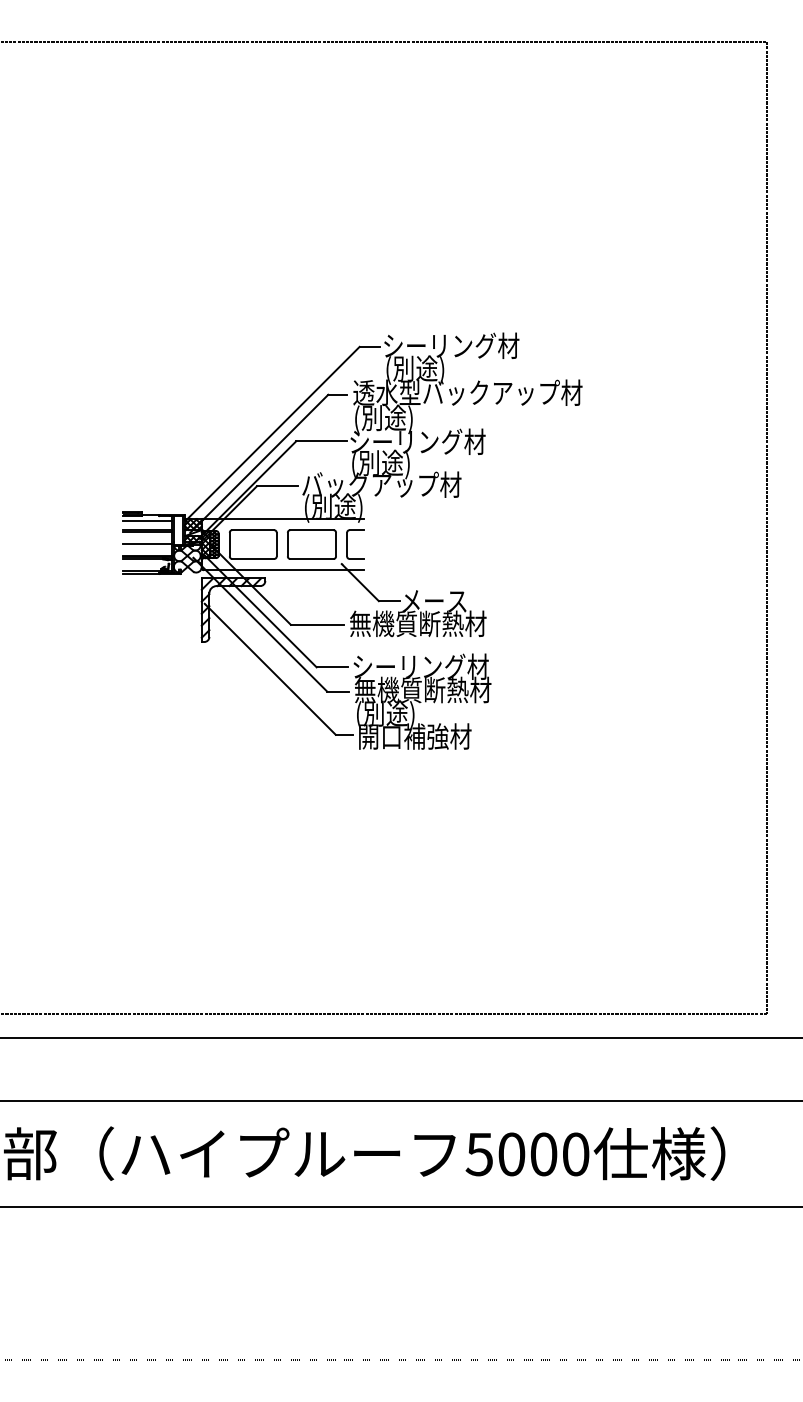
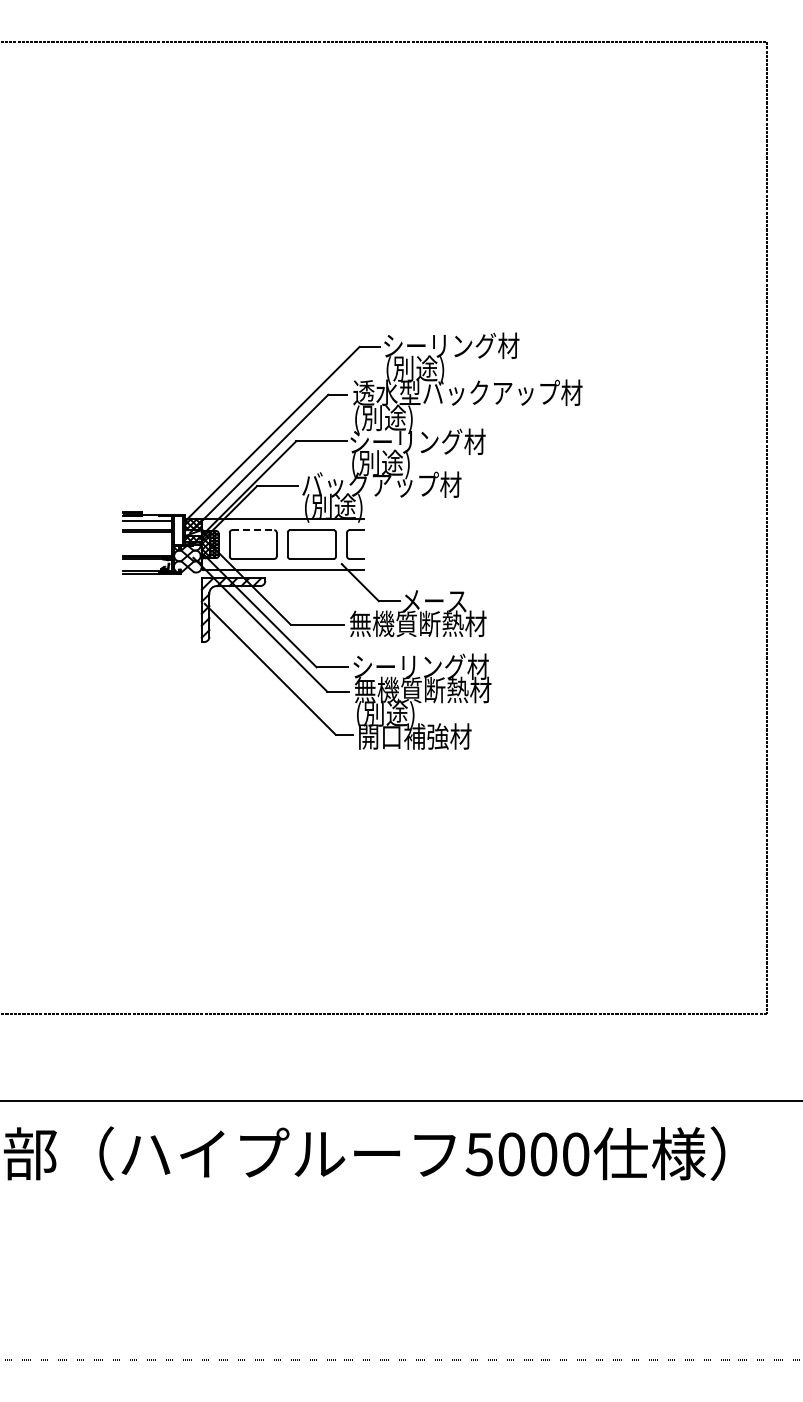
line at (253, 530): solid -> dashed
line at (147, 543): present -> none
line at (400, 1037): present -> none
line at (400, 1207): present -> none
